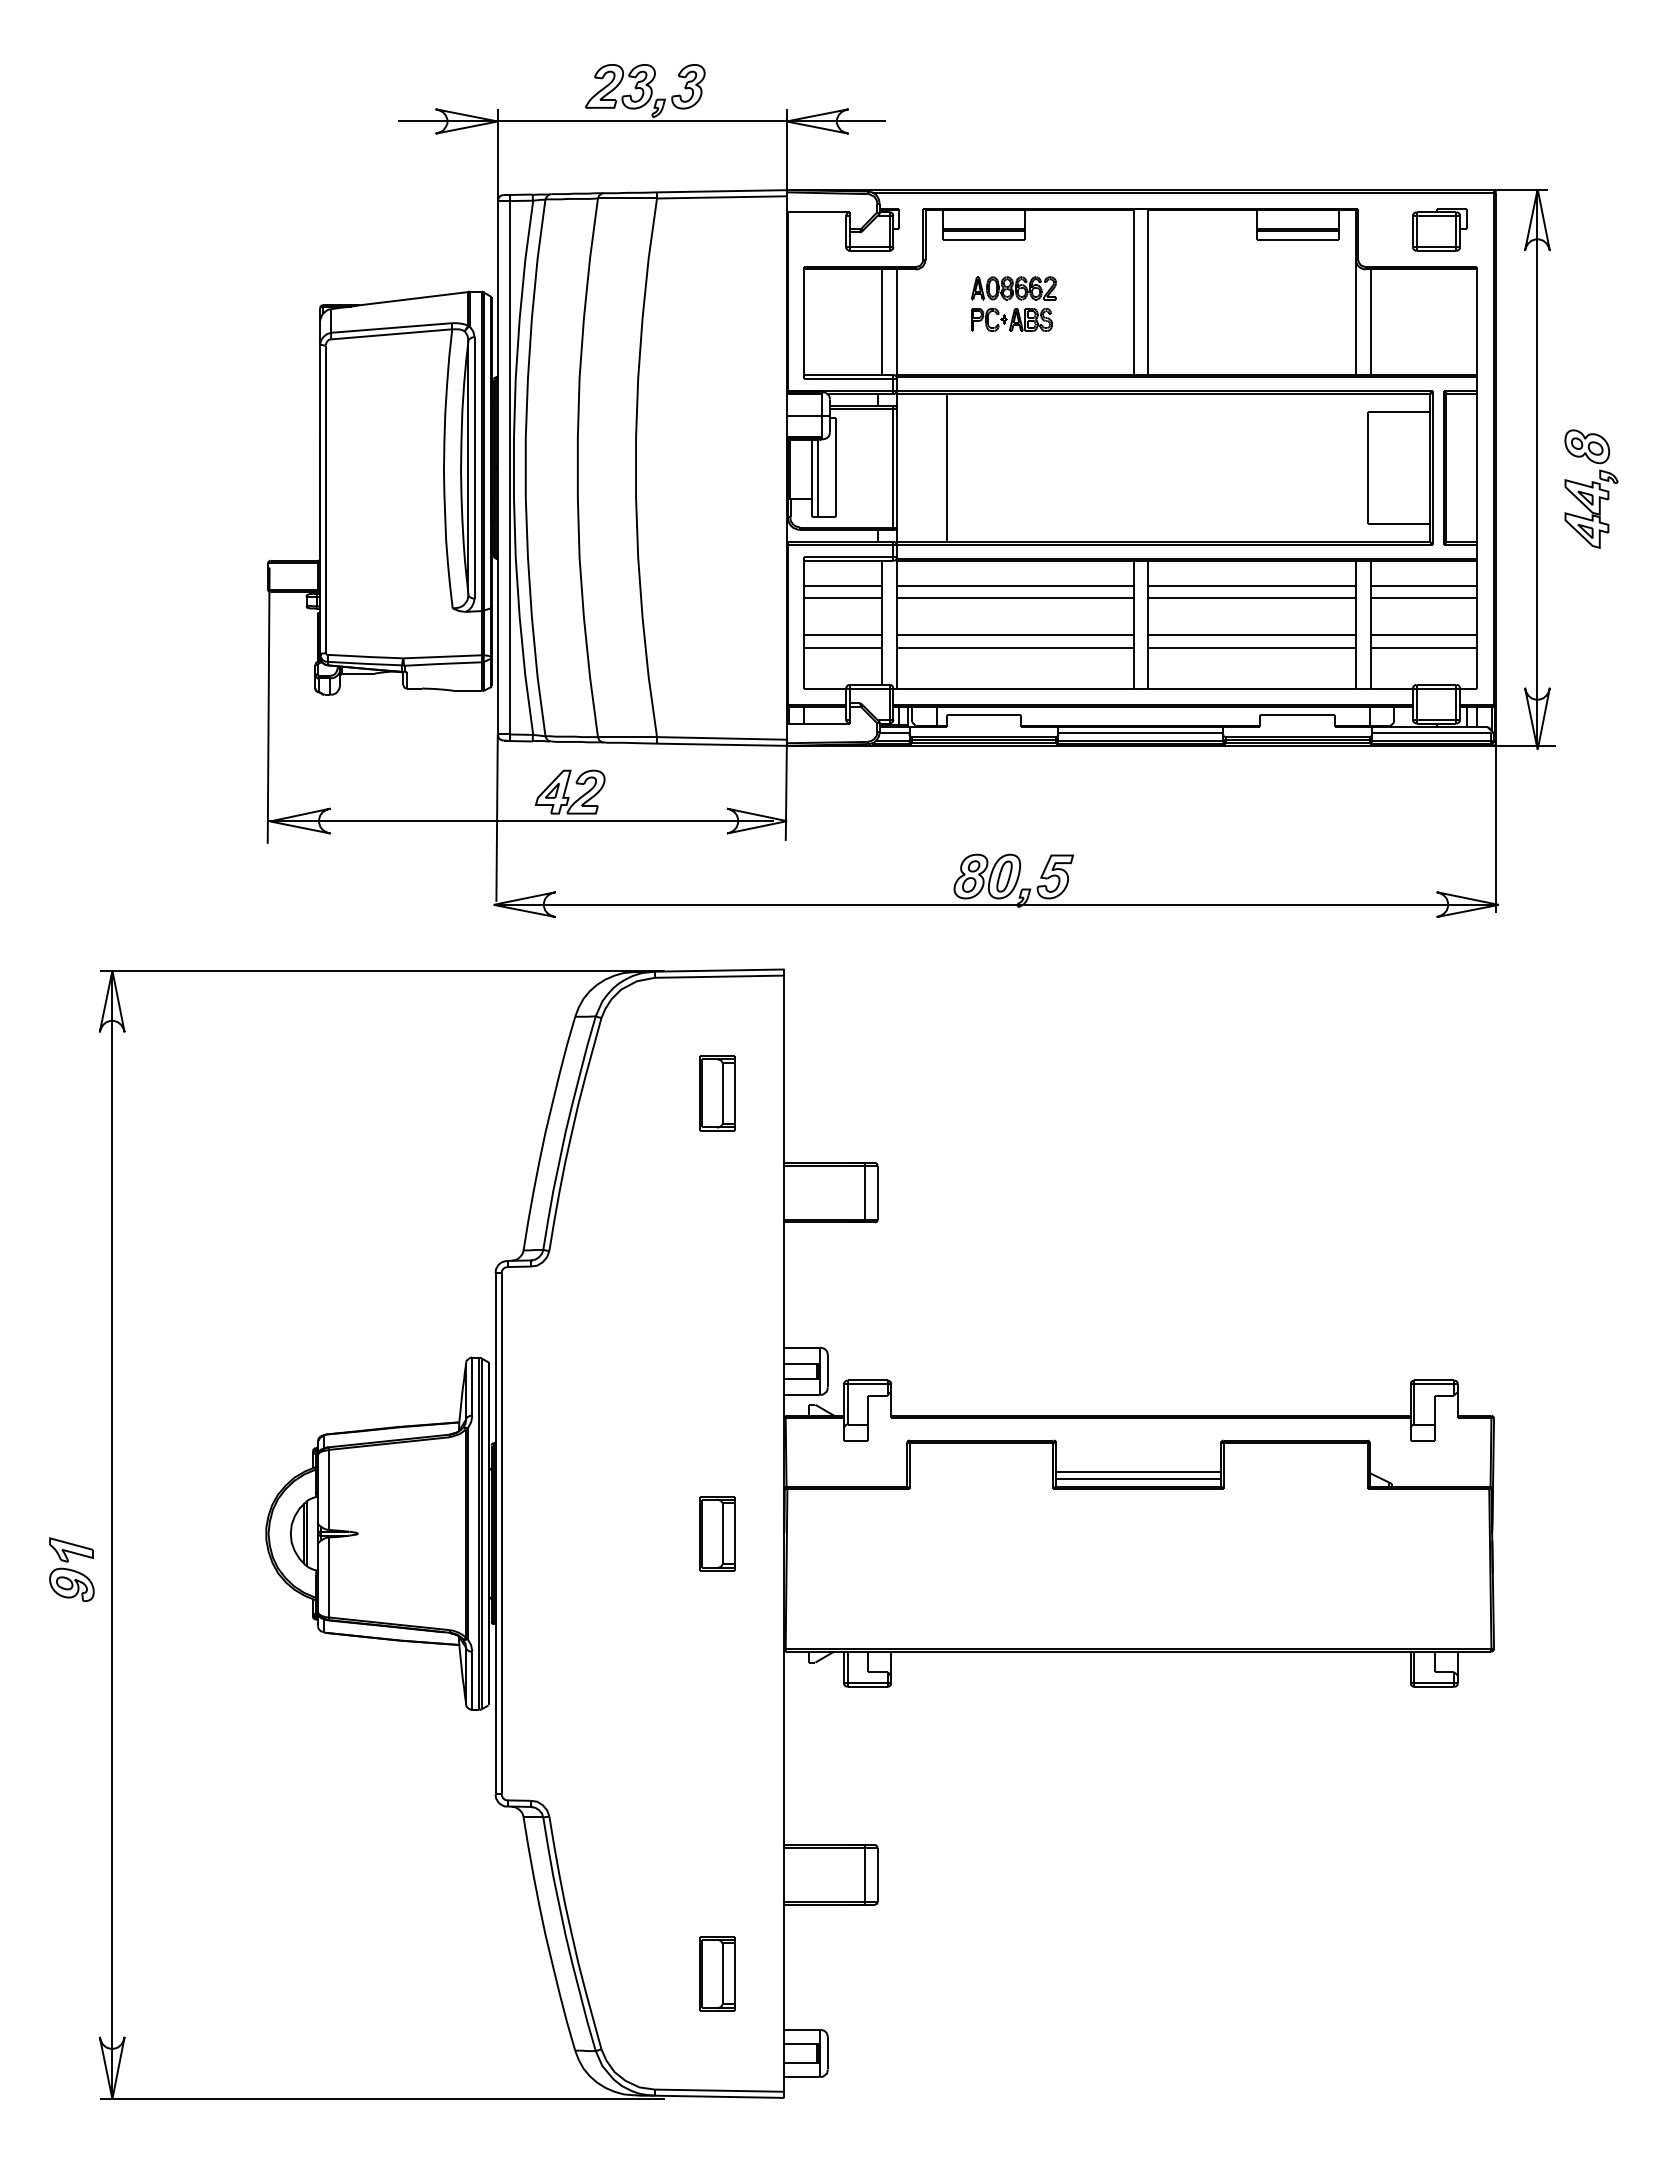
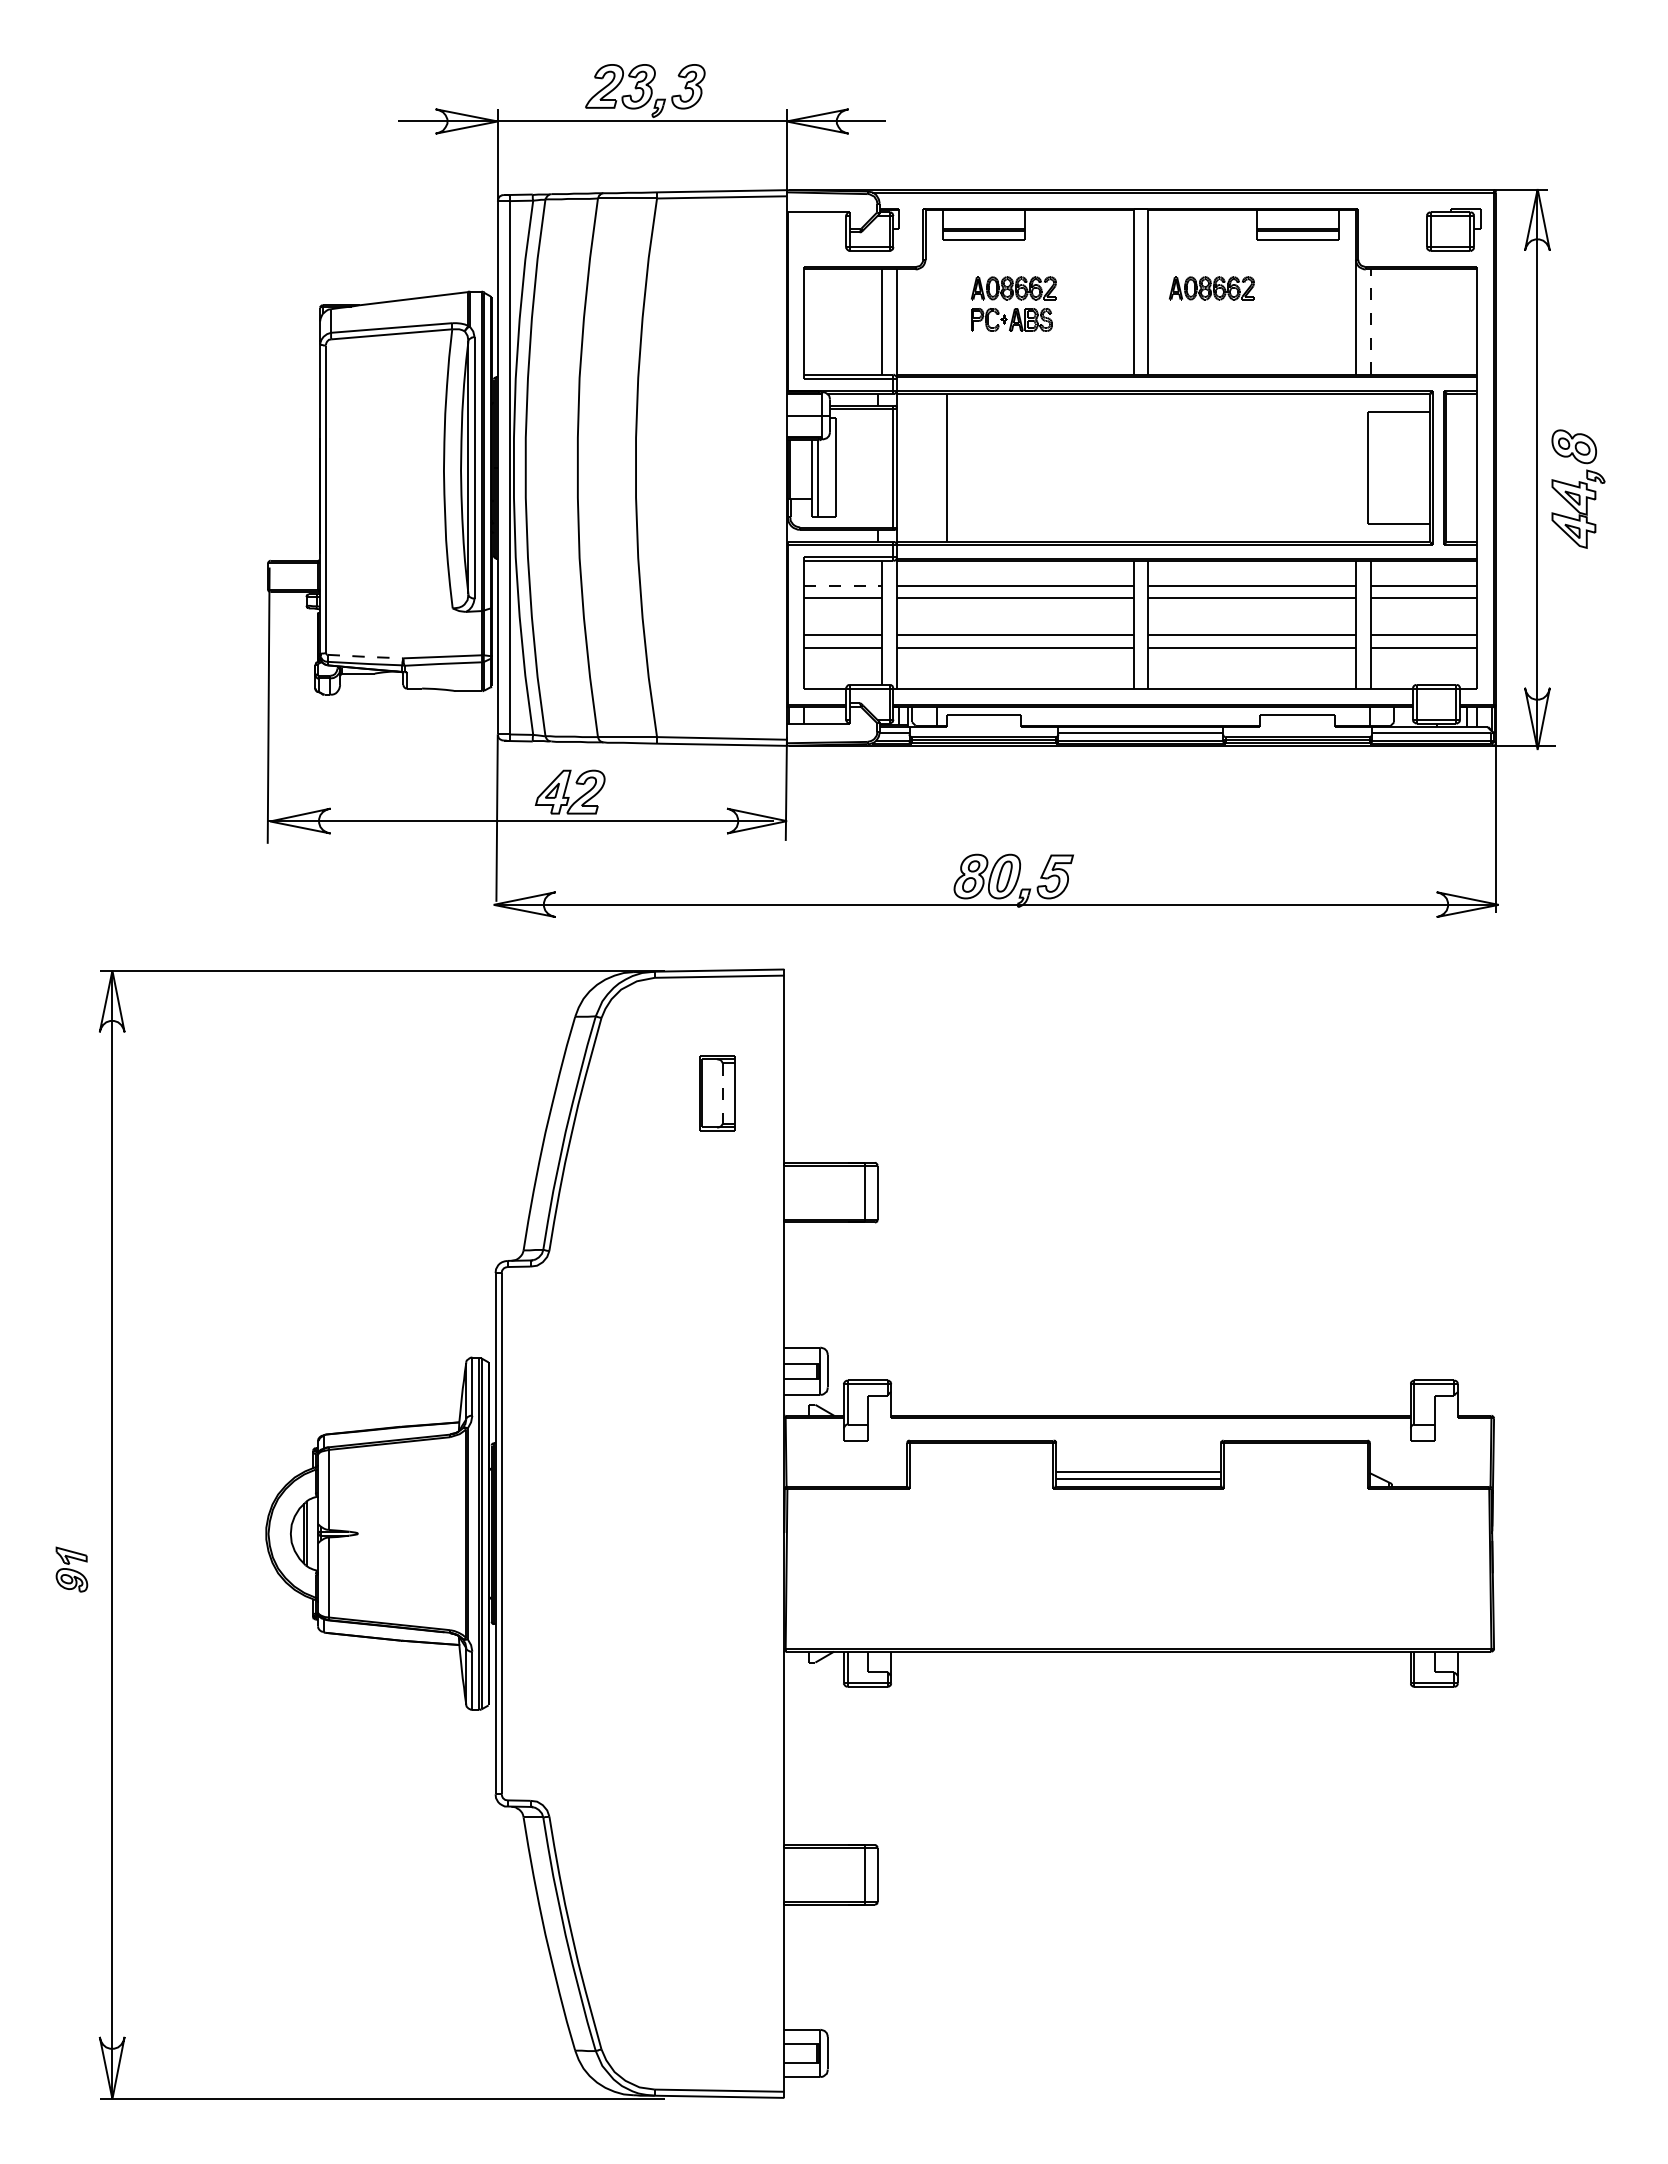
part at (1439, 229) position: (1439, 229) -> (1453, 229)
part at (1211, 288): none -> present
line at (1370, 322): solid -> dashed
part at (1591, 488) position: (1591, 488) -> (1578, 488)
line at (843, 585): solid -> dashed
line at (365, 656): solid -> dashed
line at (722, 1094): solid -> dashed
part at (717, 1533): present -> none
part at (71, 1569) size: 46x65 px -> 34x47 px
part at (717, 1973): present -> none
